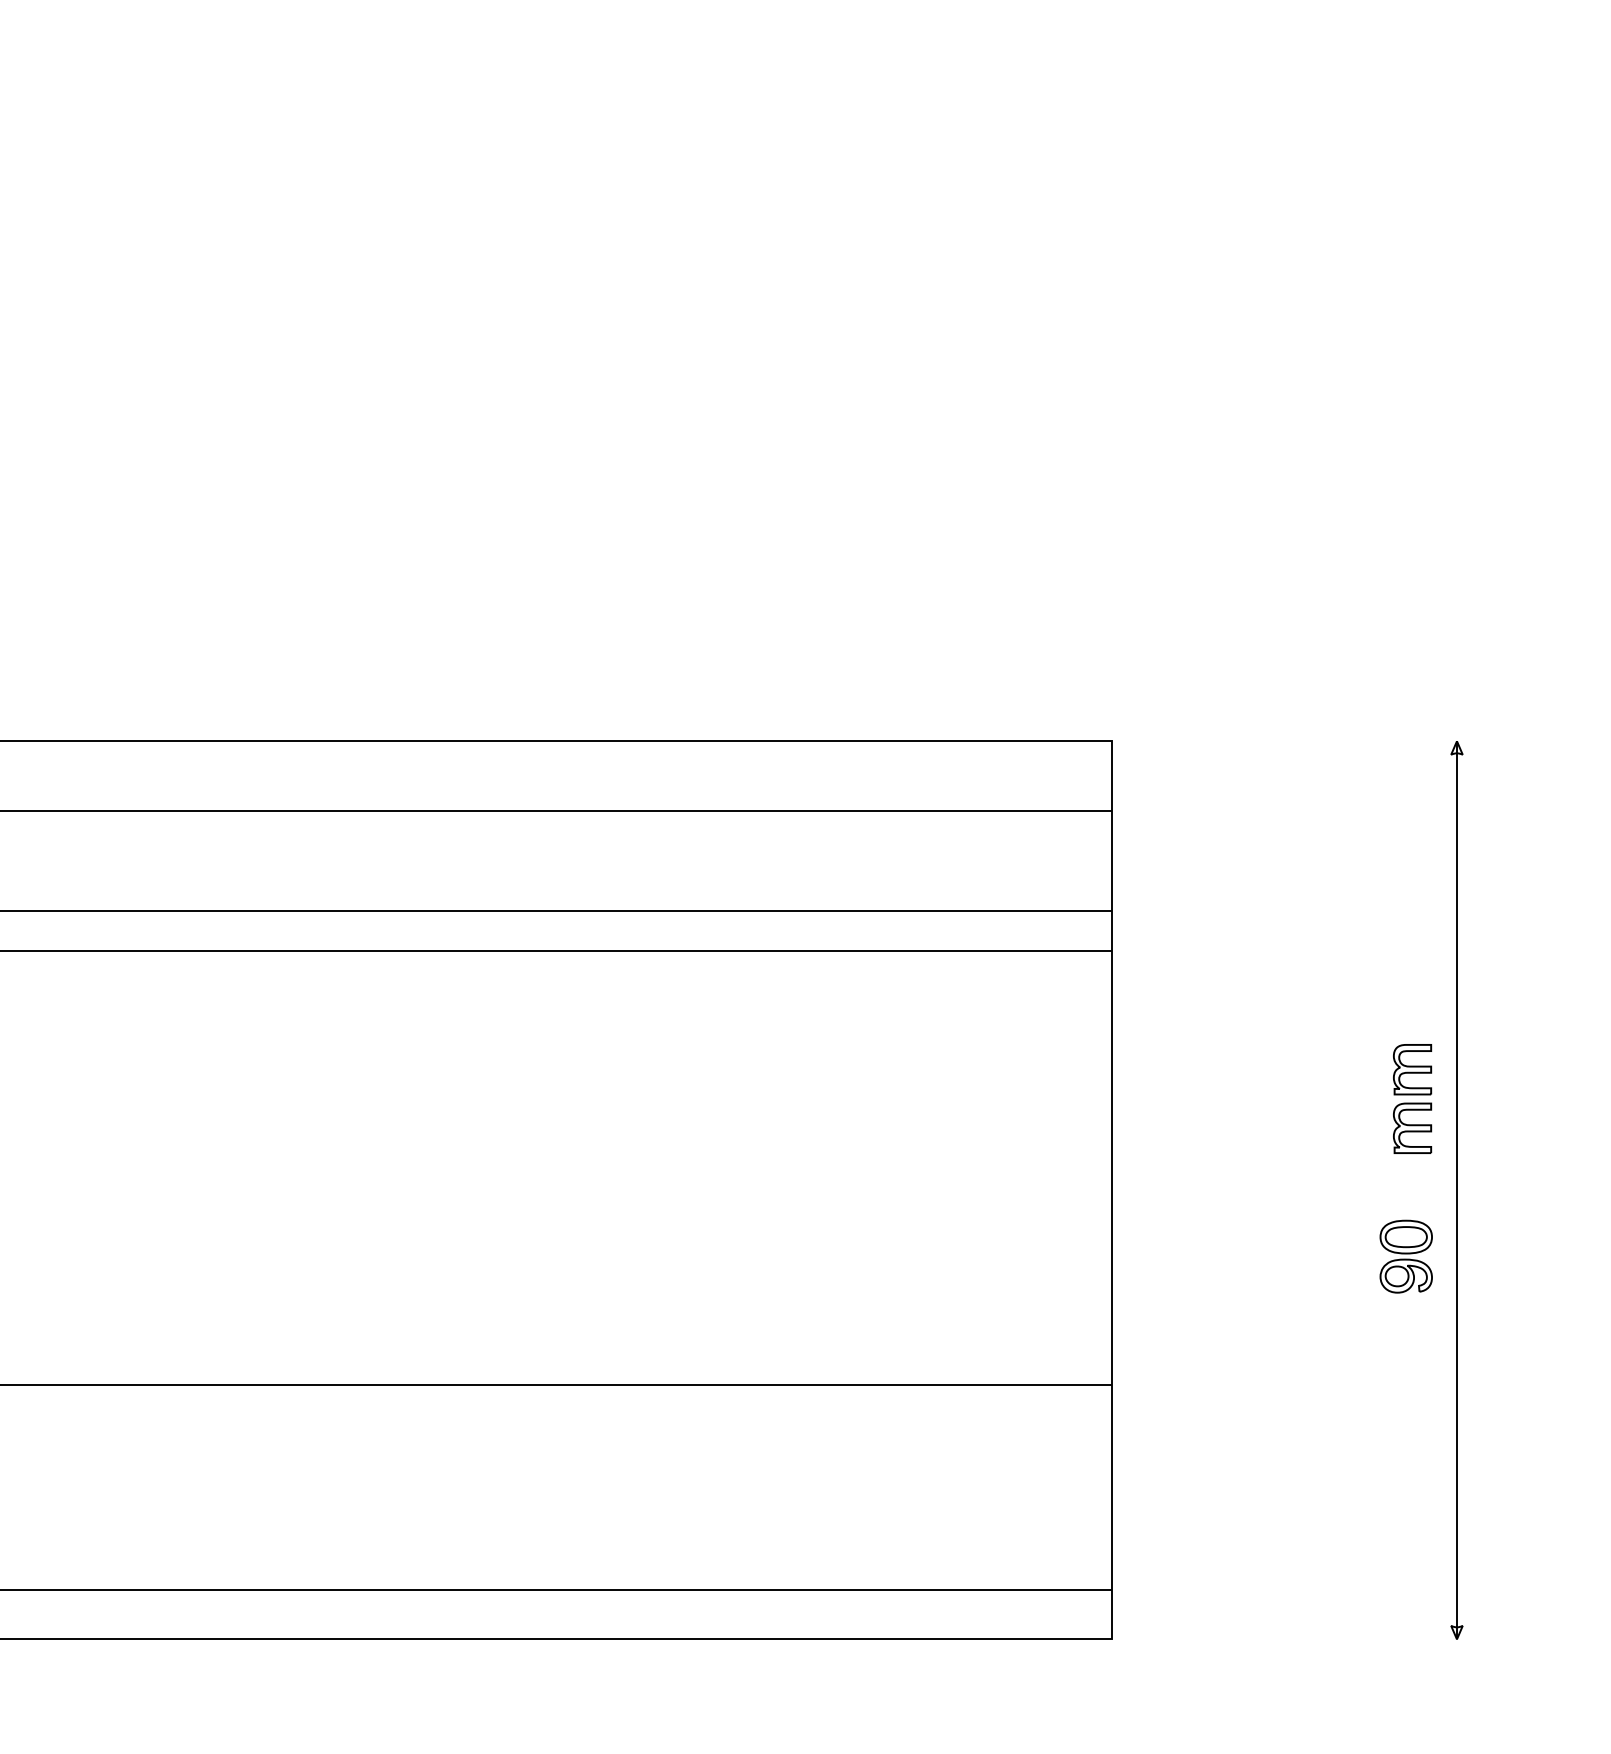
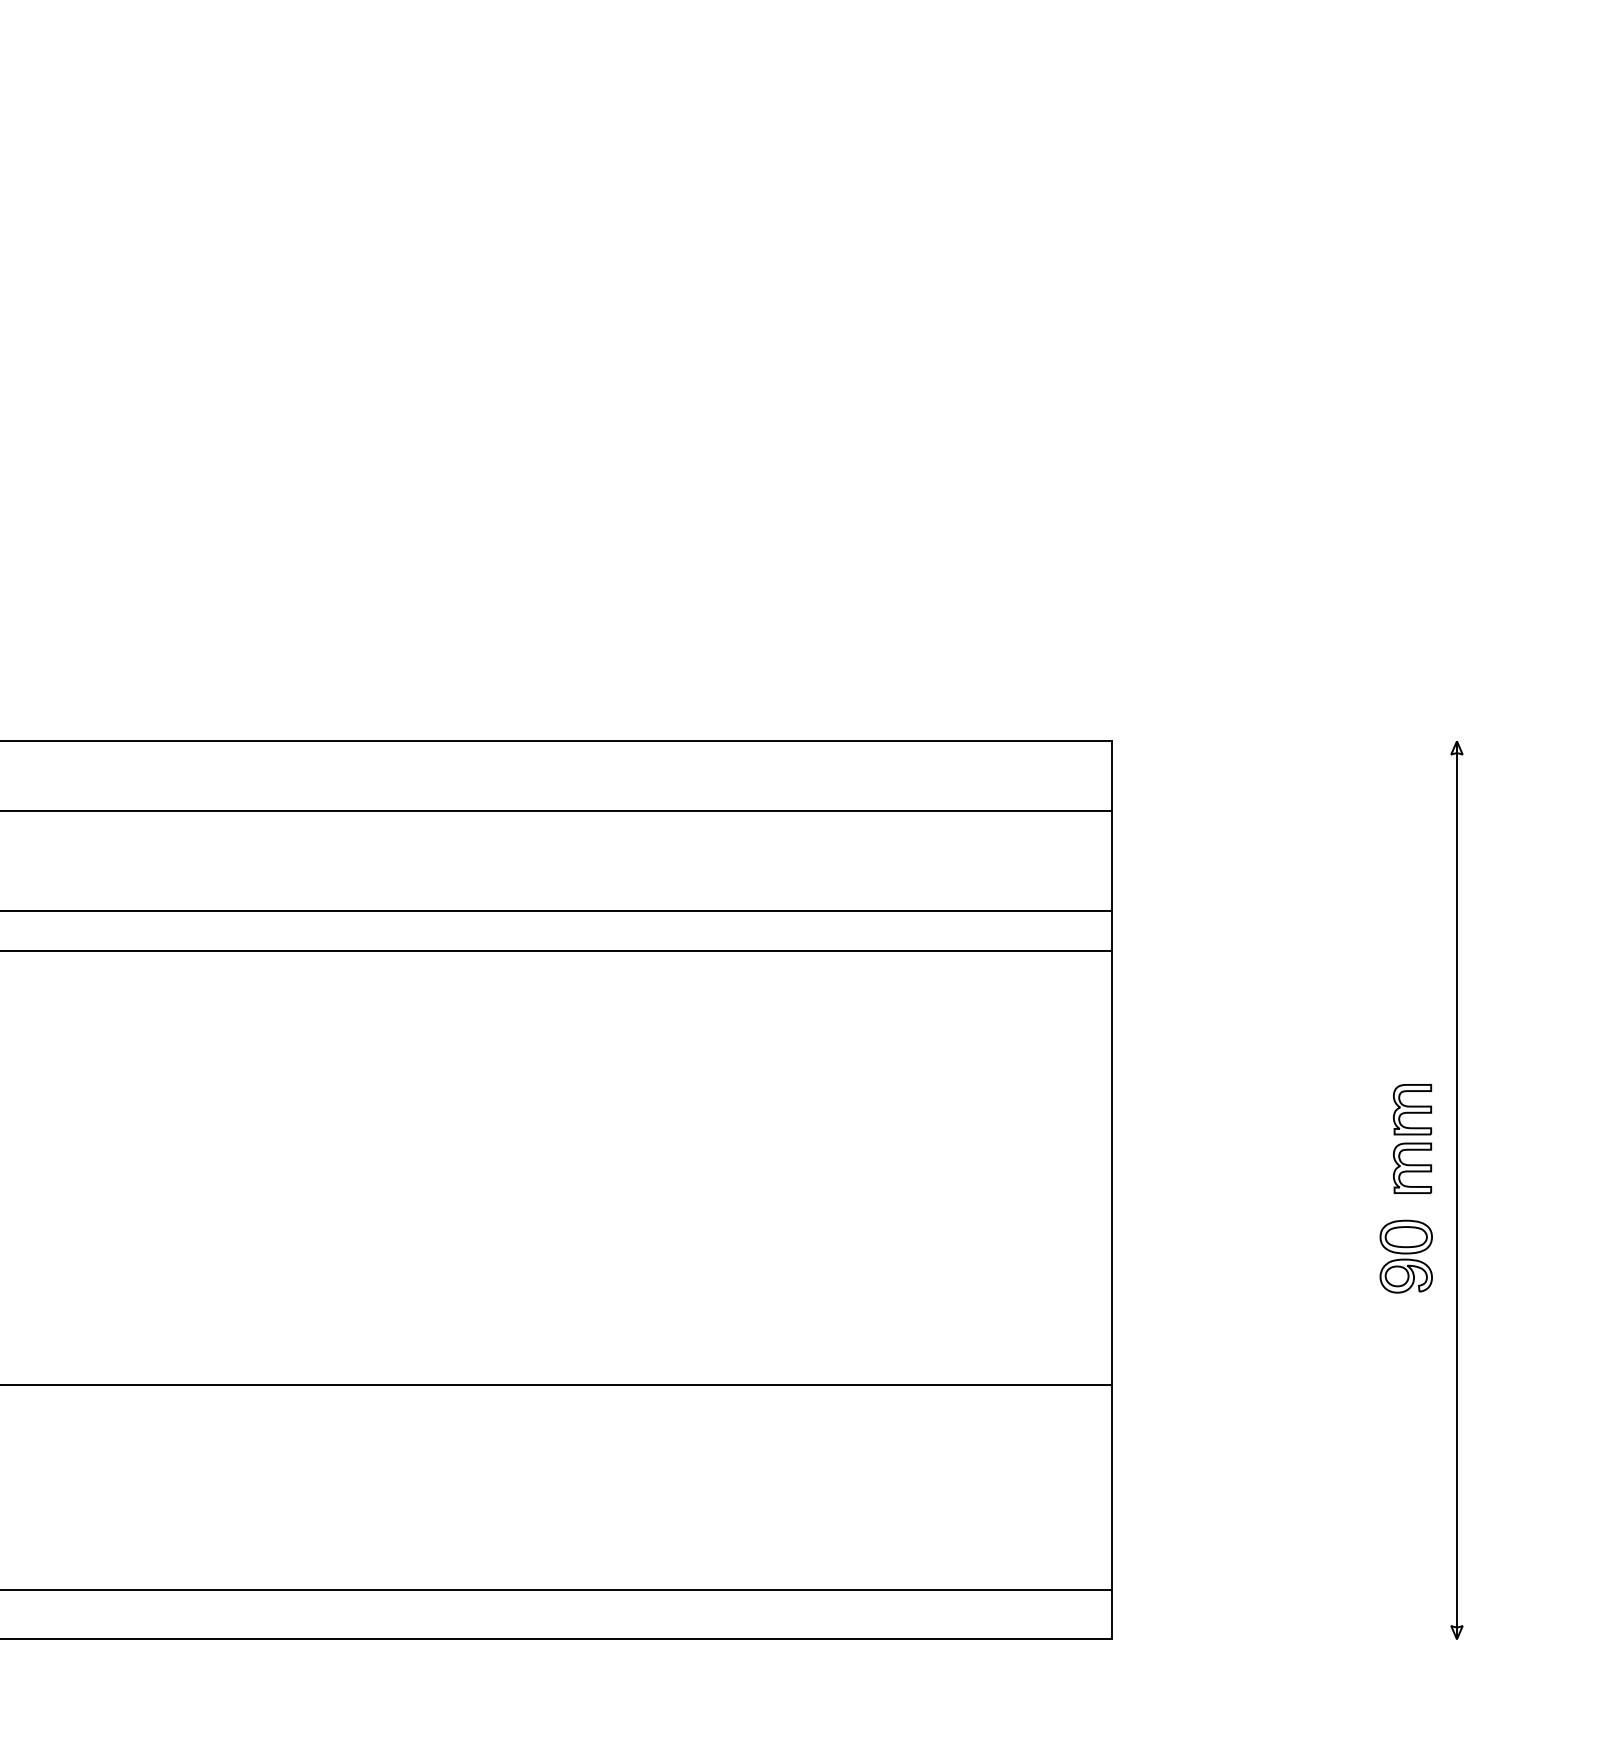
part at (1412, 1098) position: (1412, 1098) -> (1412, 1138)
